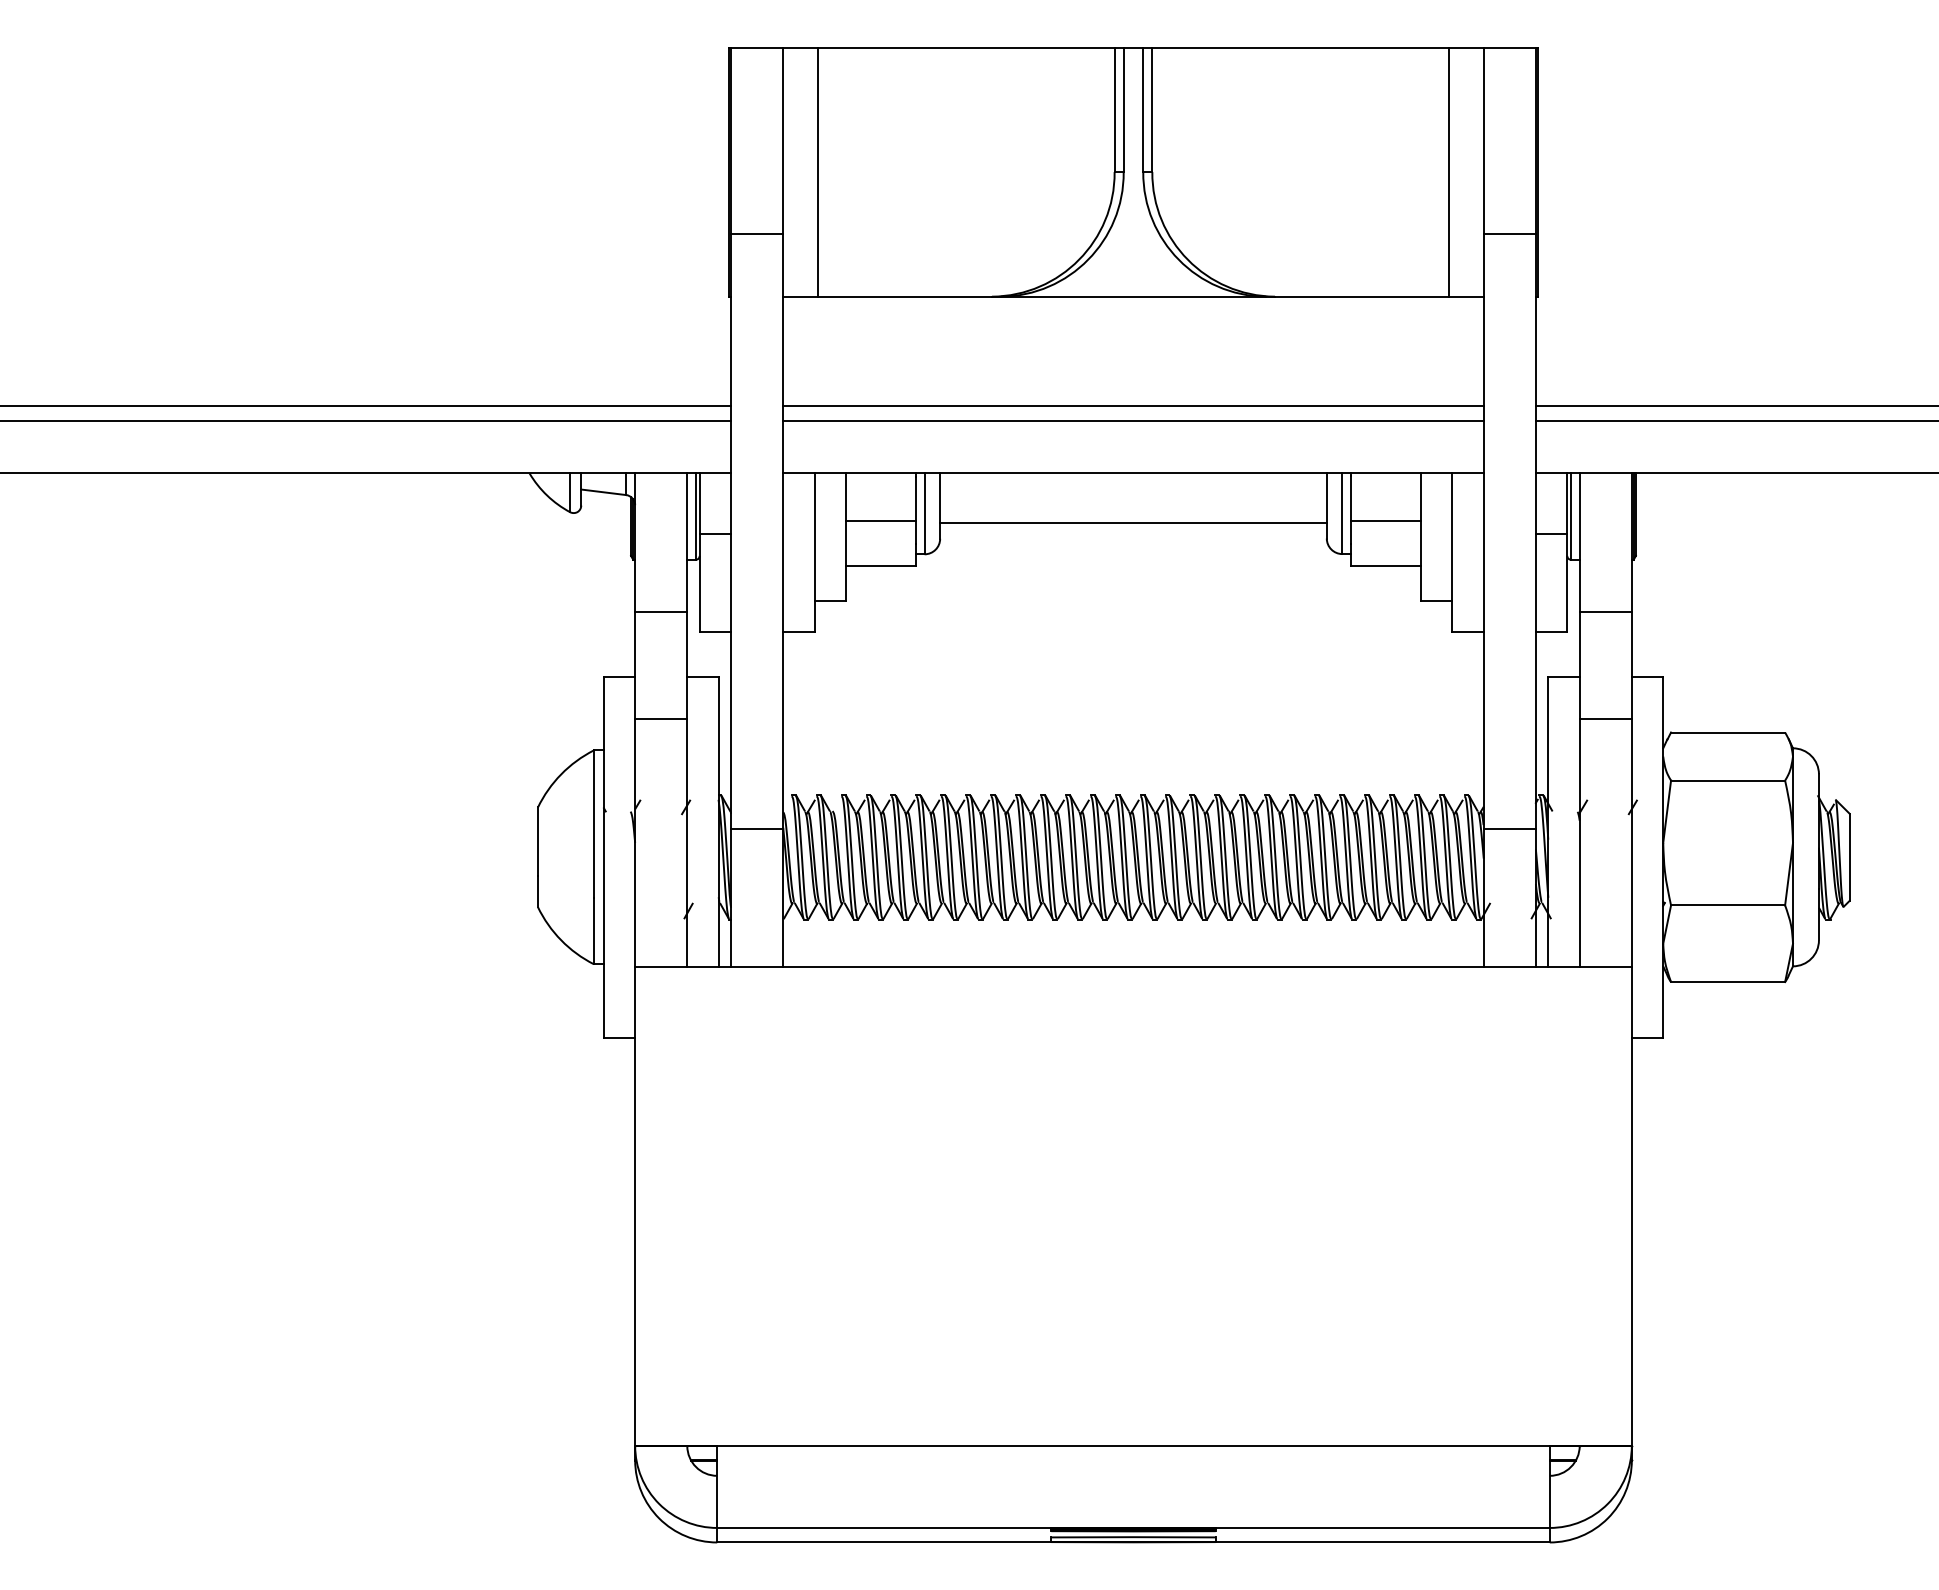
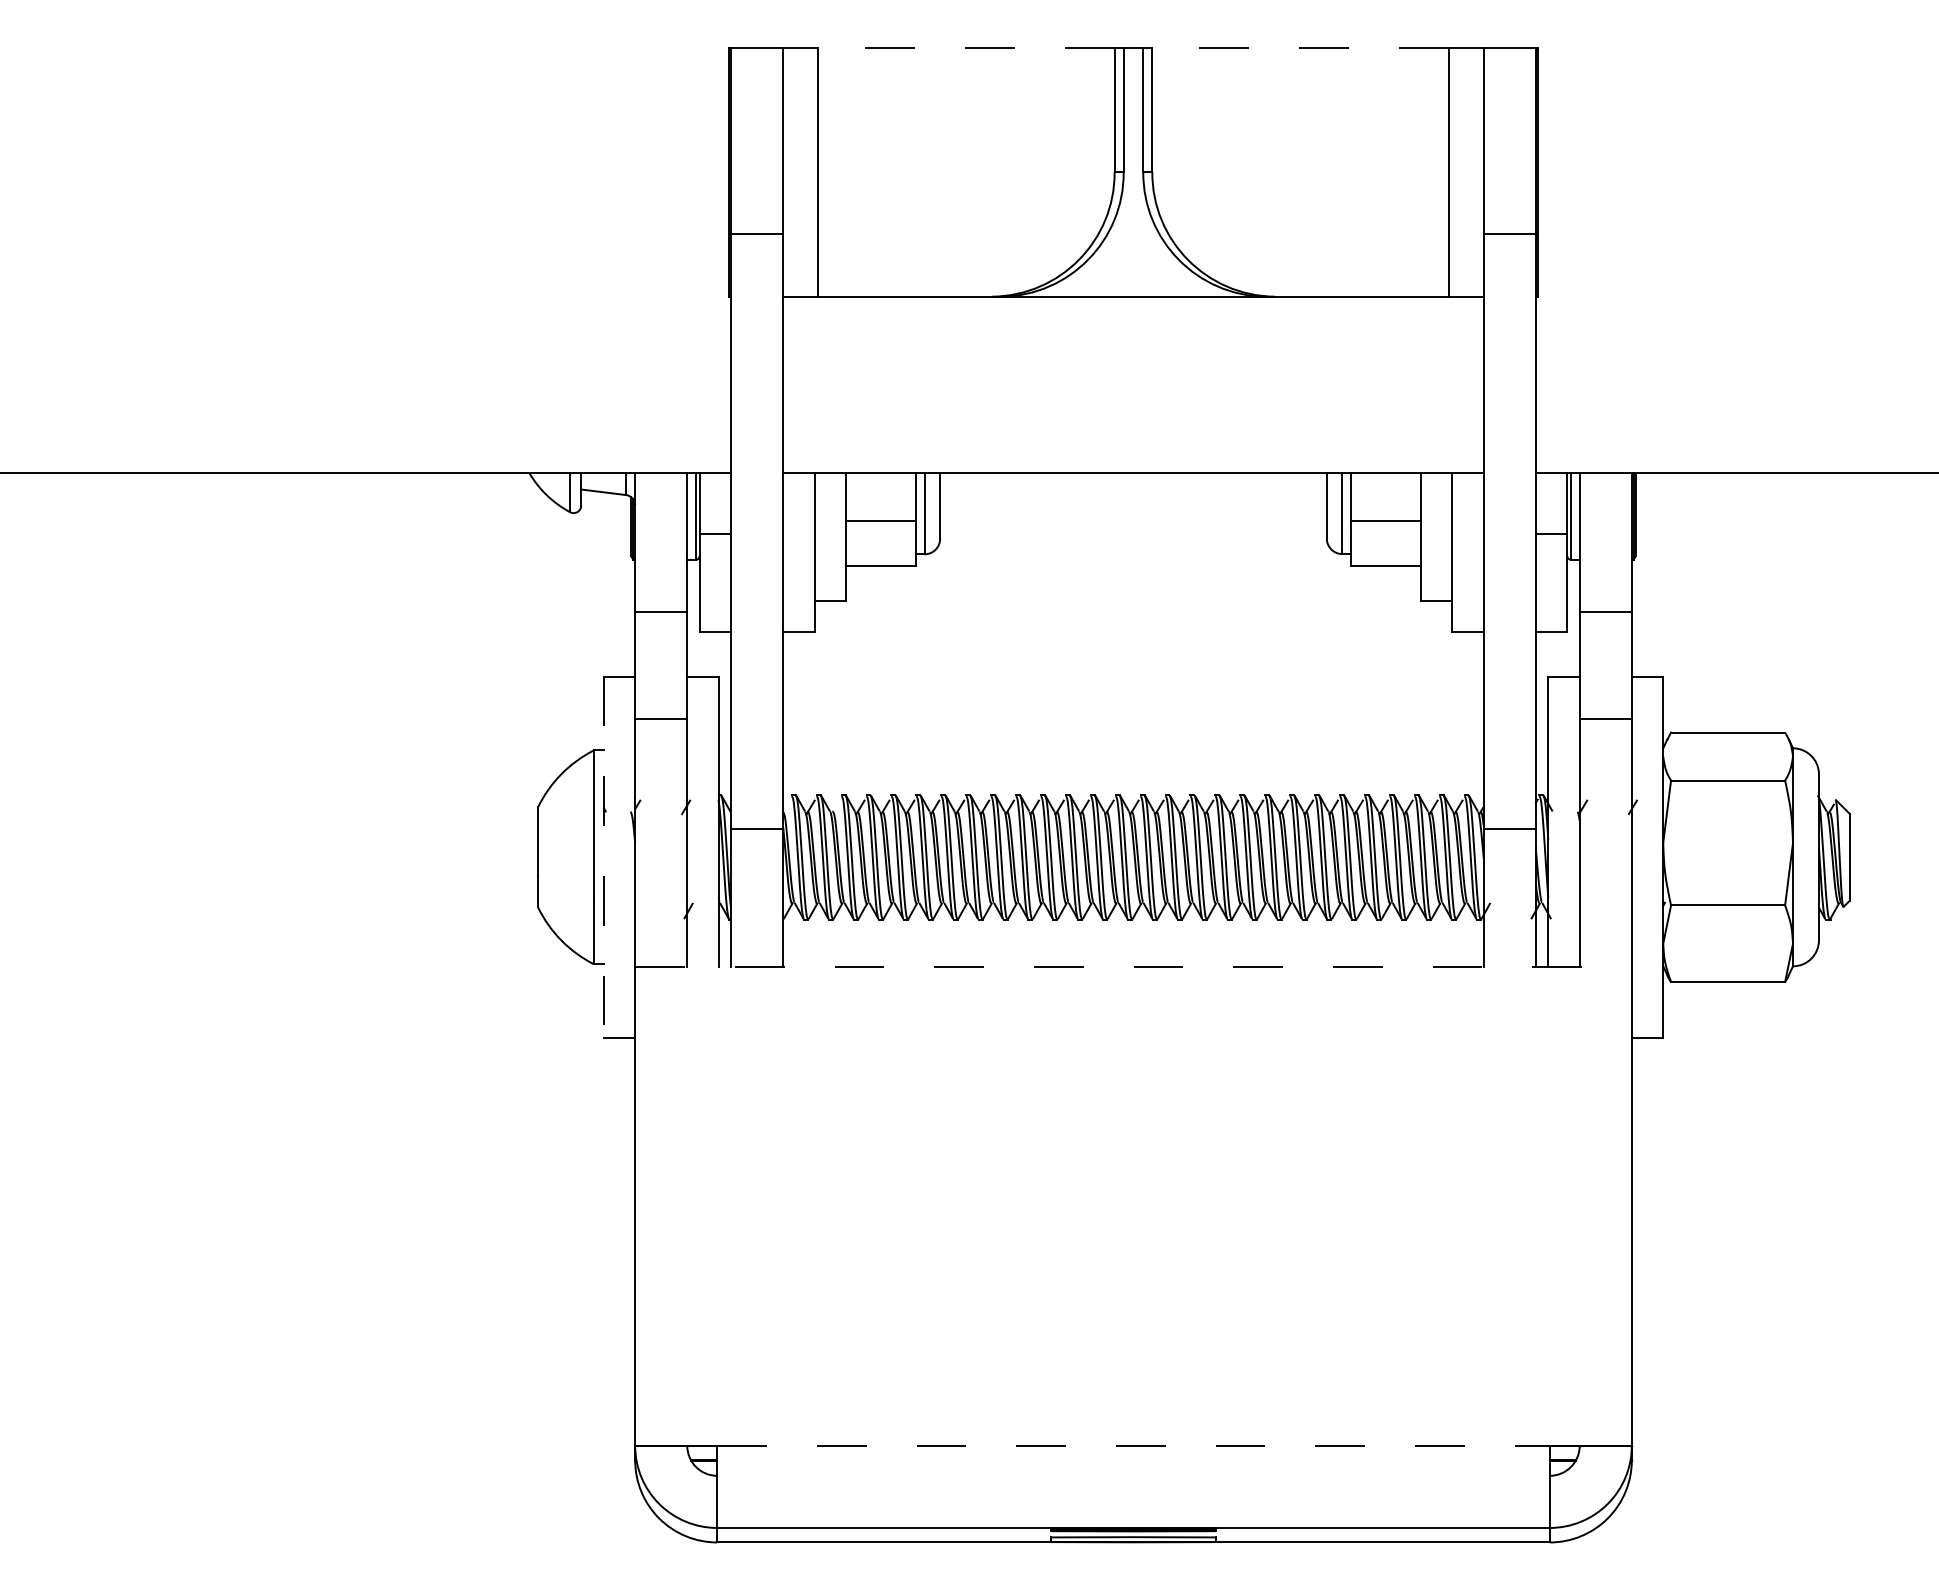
line at (965, 47): solid -> dashed
line at (1300, 47): solid -> dashed
line at (366, 406): present -> none
line at (1133, 406): present -> none
line at (1735, 406): present -> none
line at (366, 421): present -> none
line at (1133, 421): present -> none
line at (1735, 421): present -> none
line at (1133, 523): present -> none
line at (603, 857): solid -> dashed
line at (1134, 967): solid -> dashed
line at (1134, 1445): solid -> dashed
